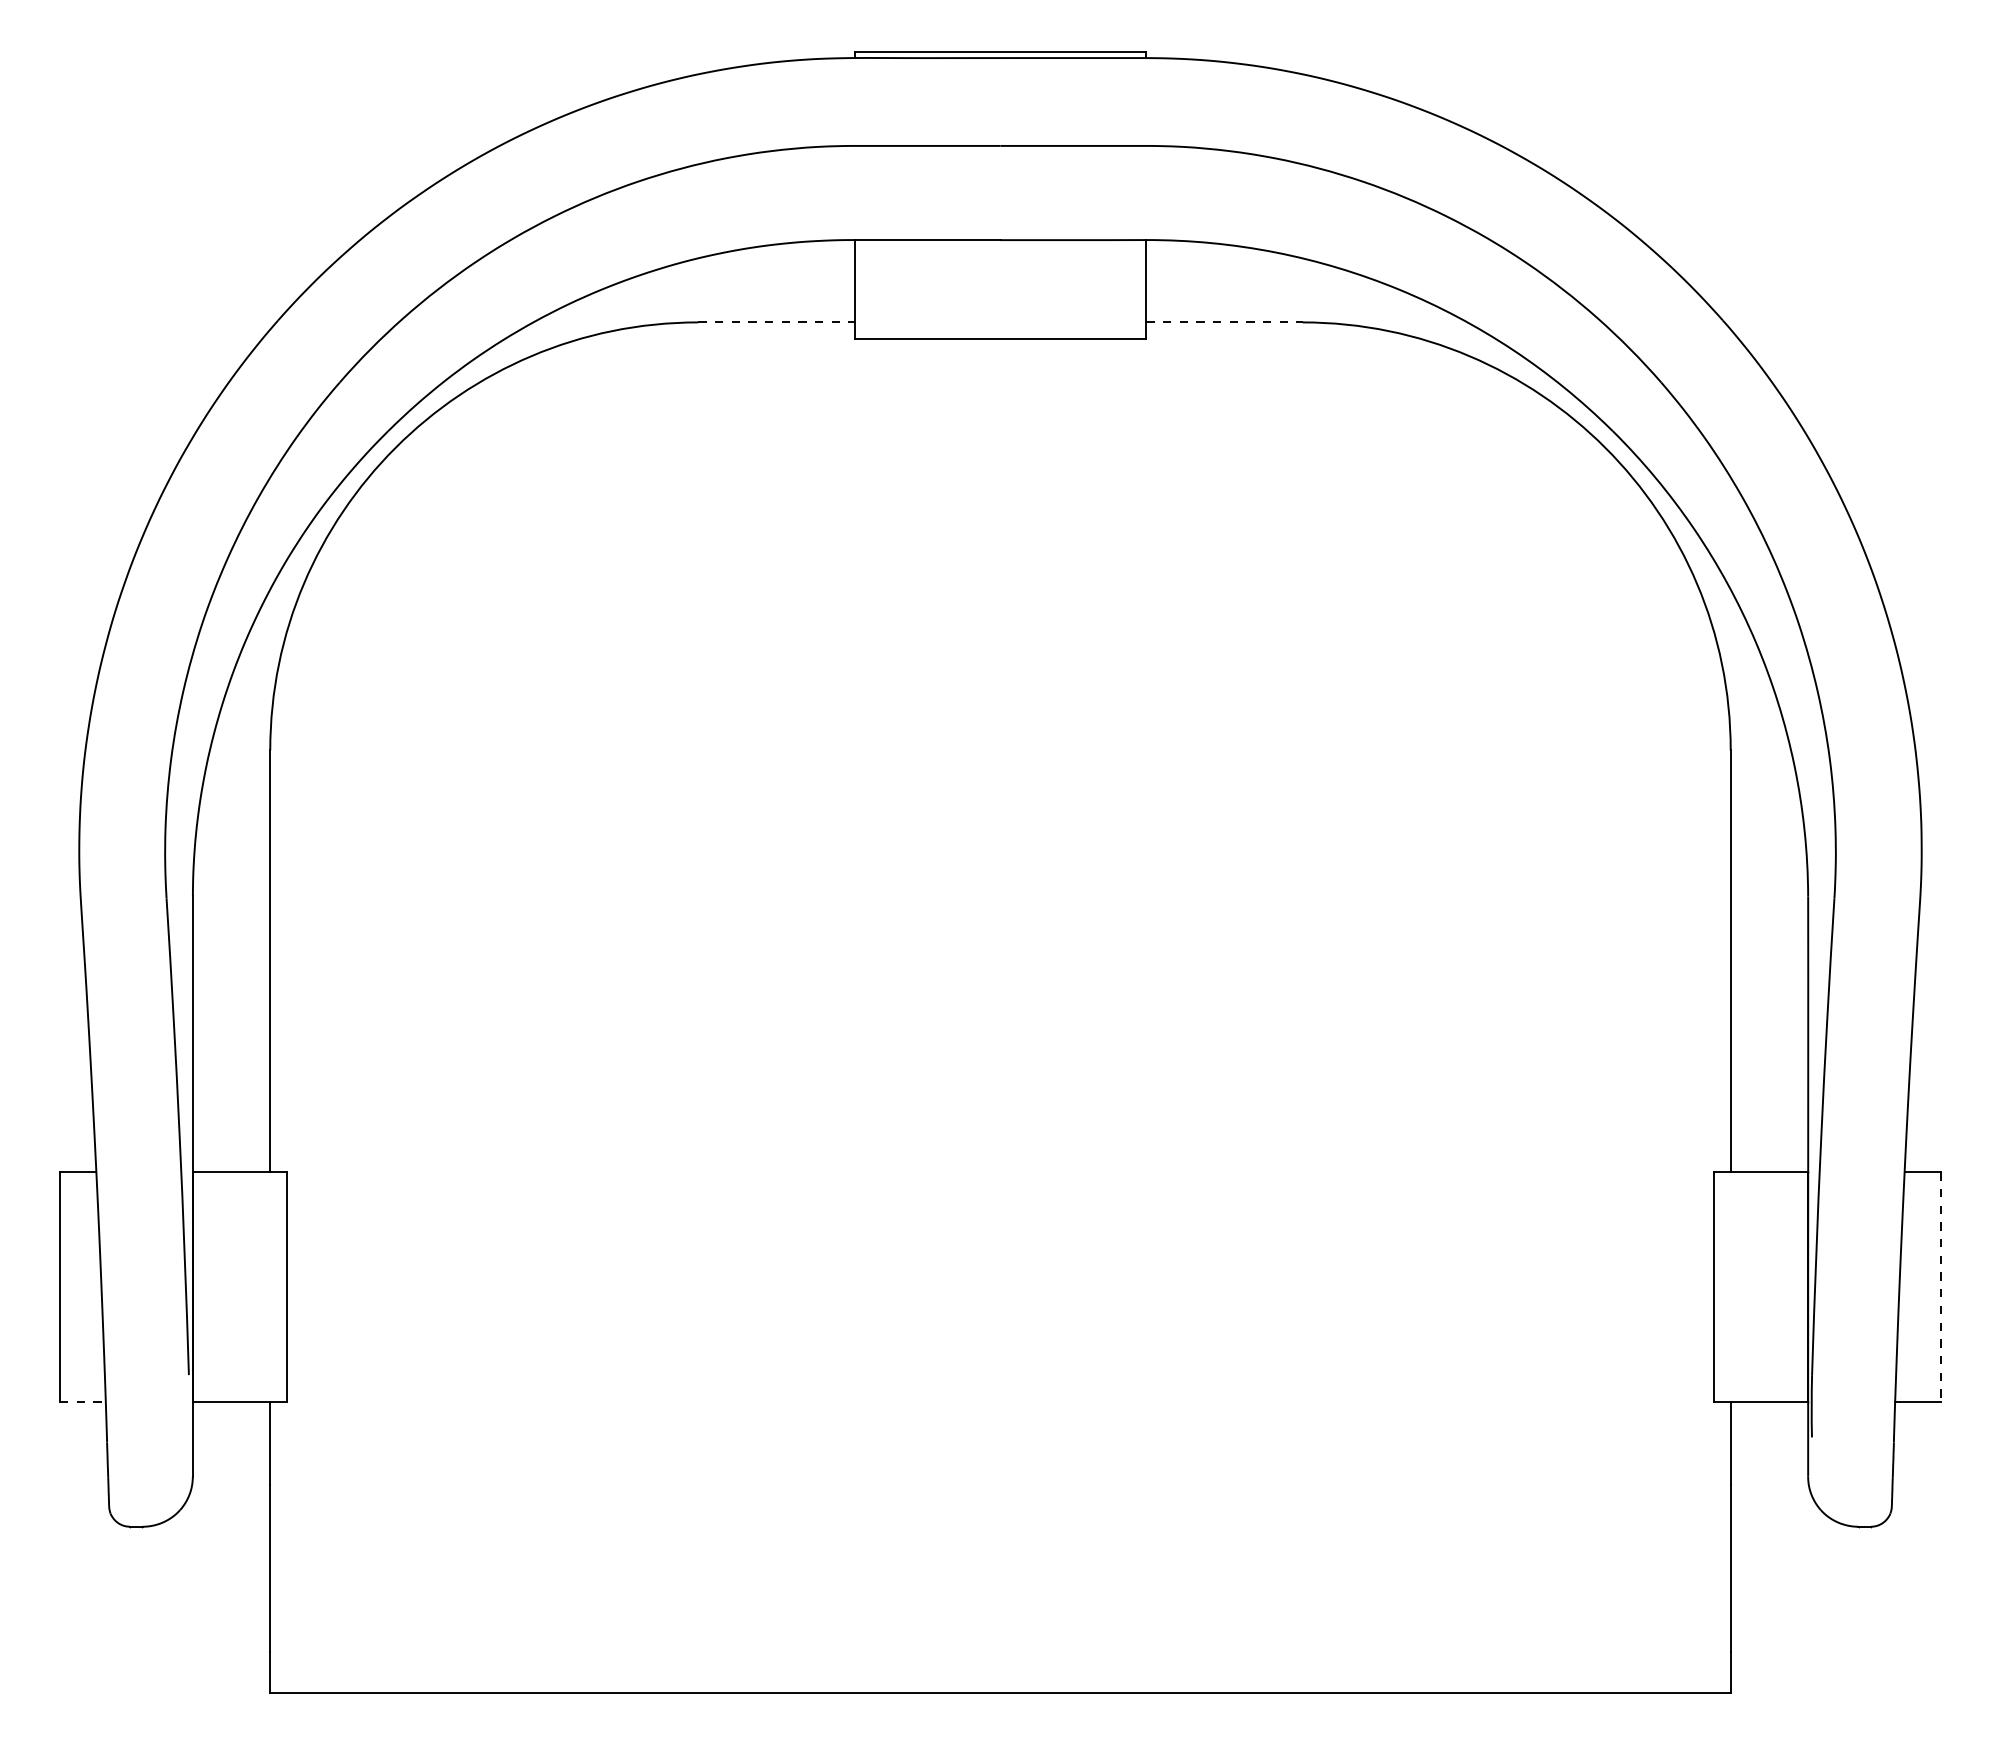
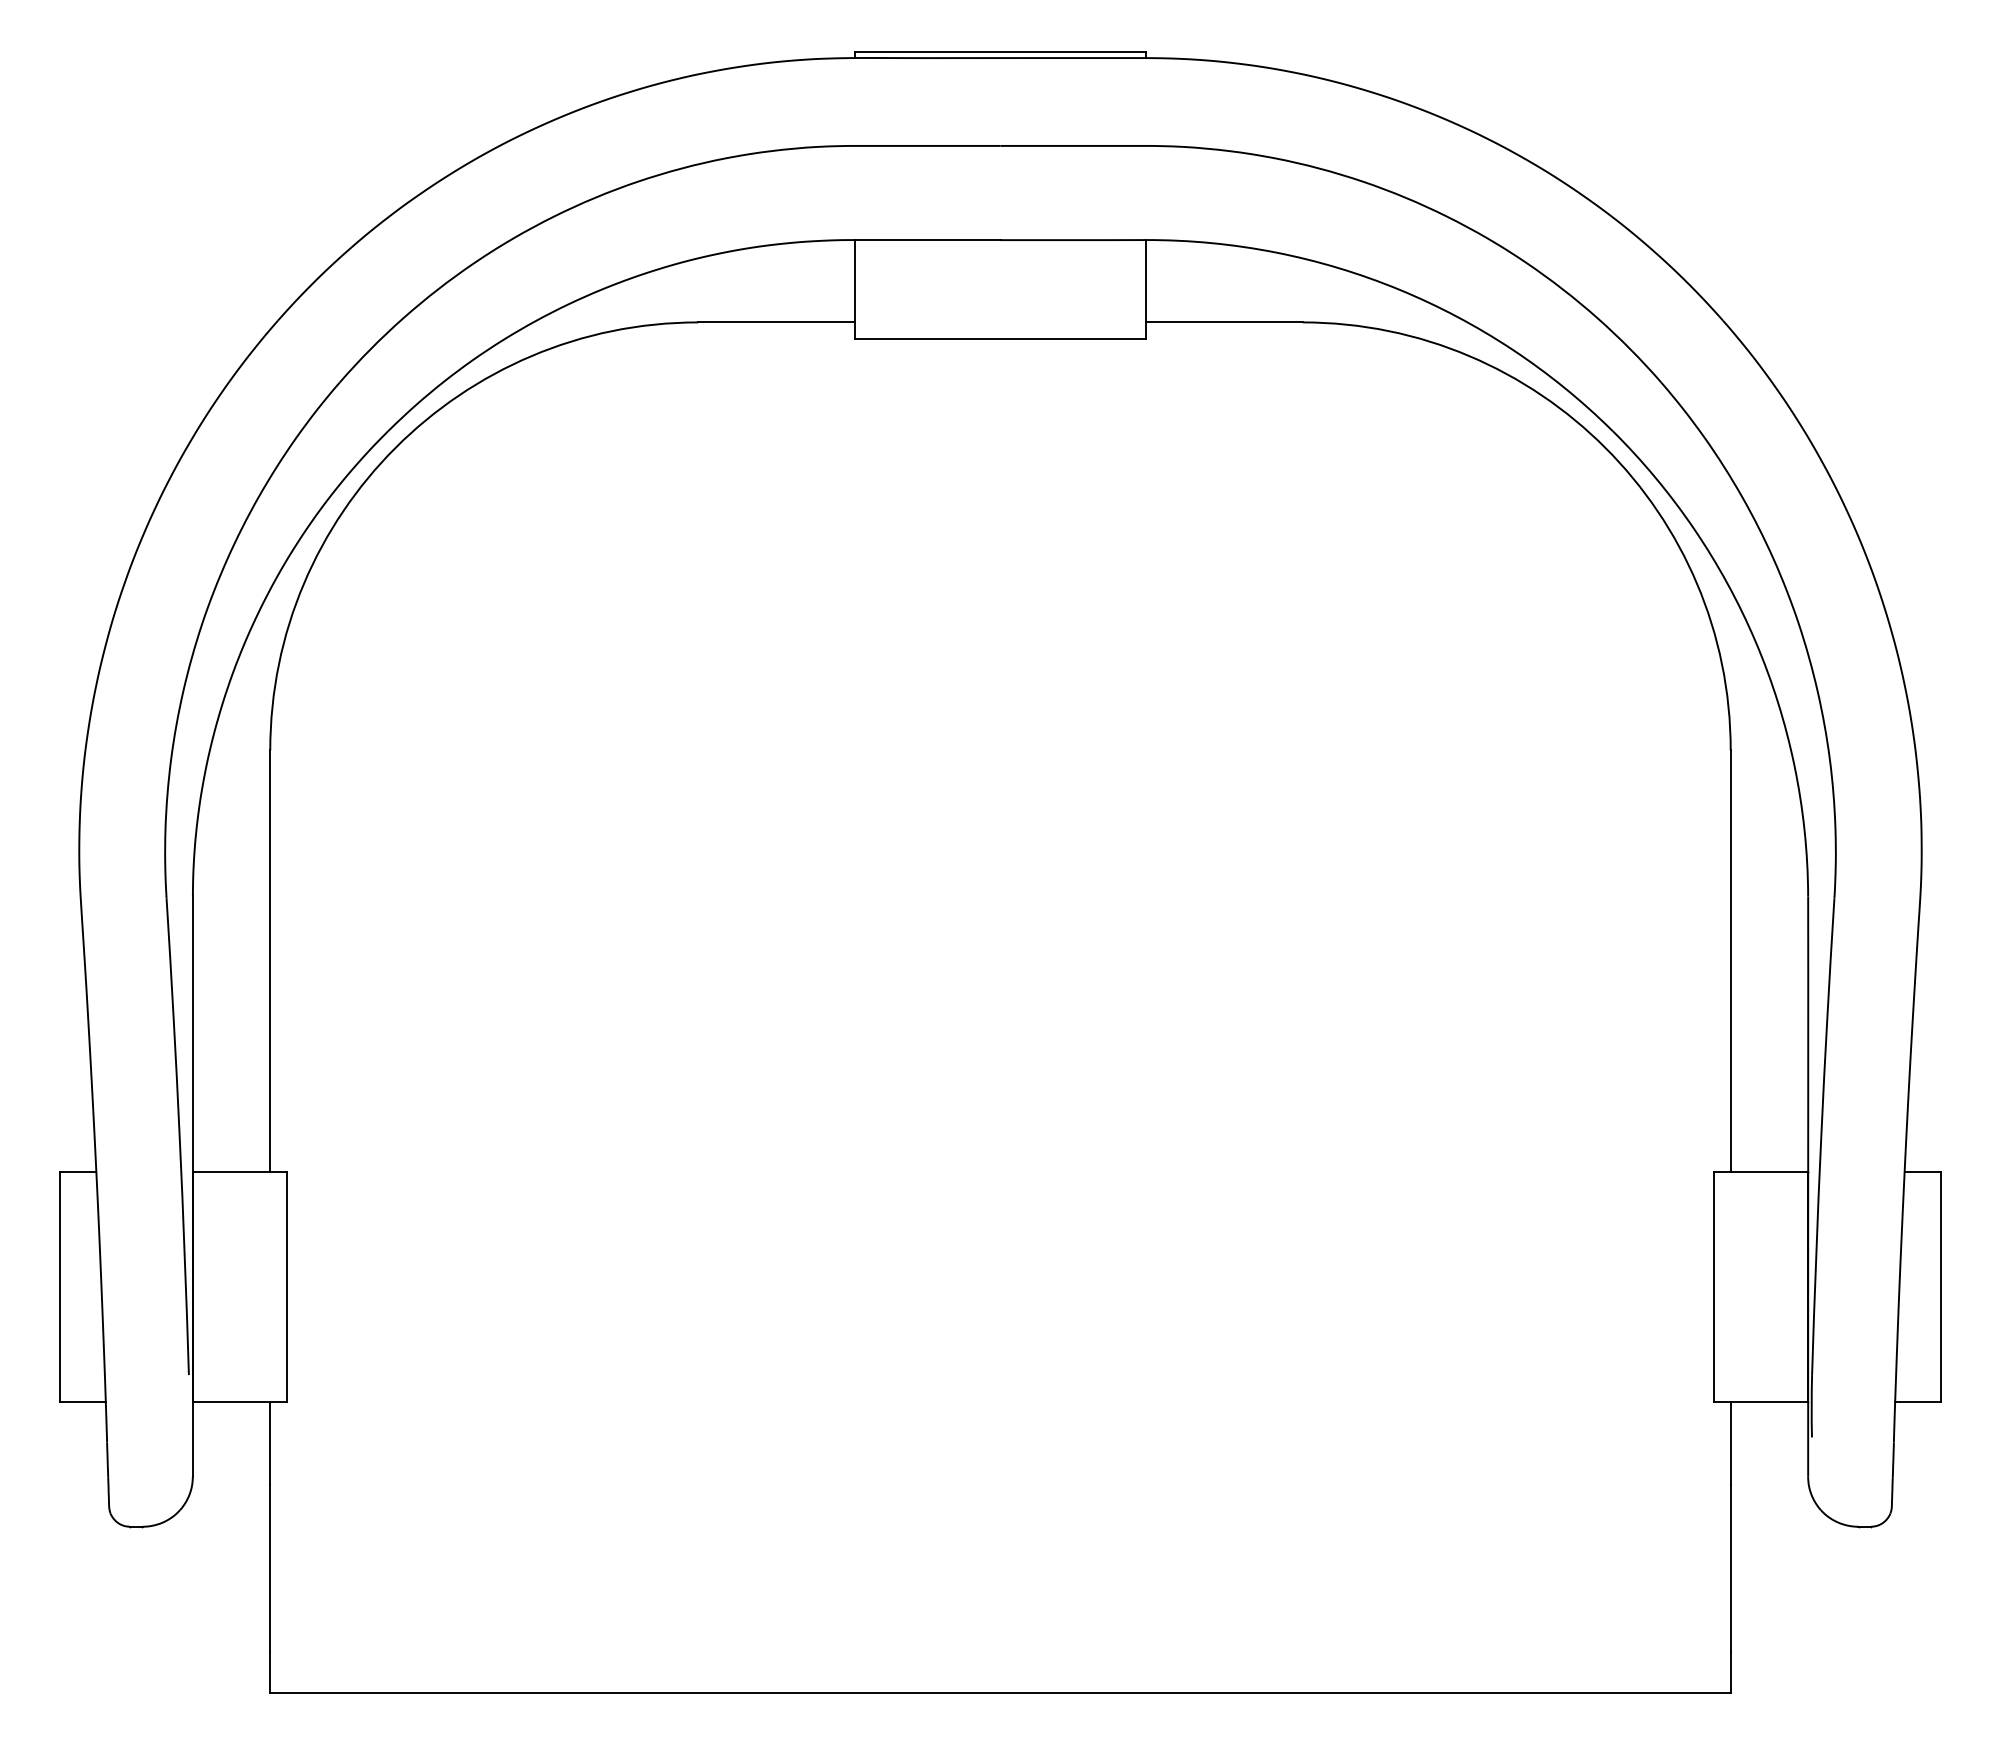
line at (776, 322): dashed -> solid
line at (1225, 322): dashed -> solid
line at (1940, 1287): dashed -> solid
line at (82, 1401): dashed -> solid
